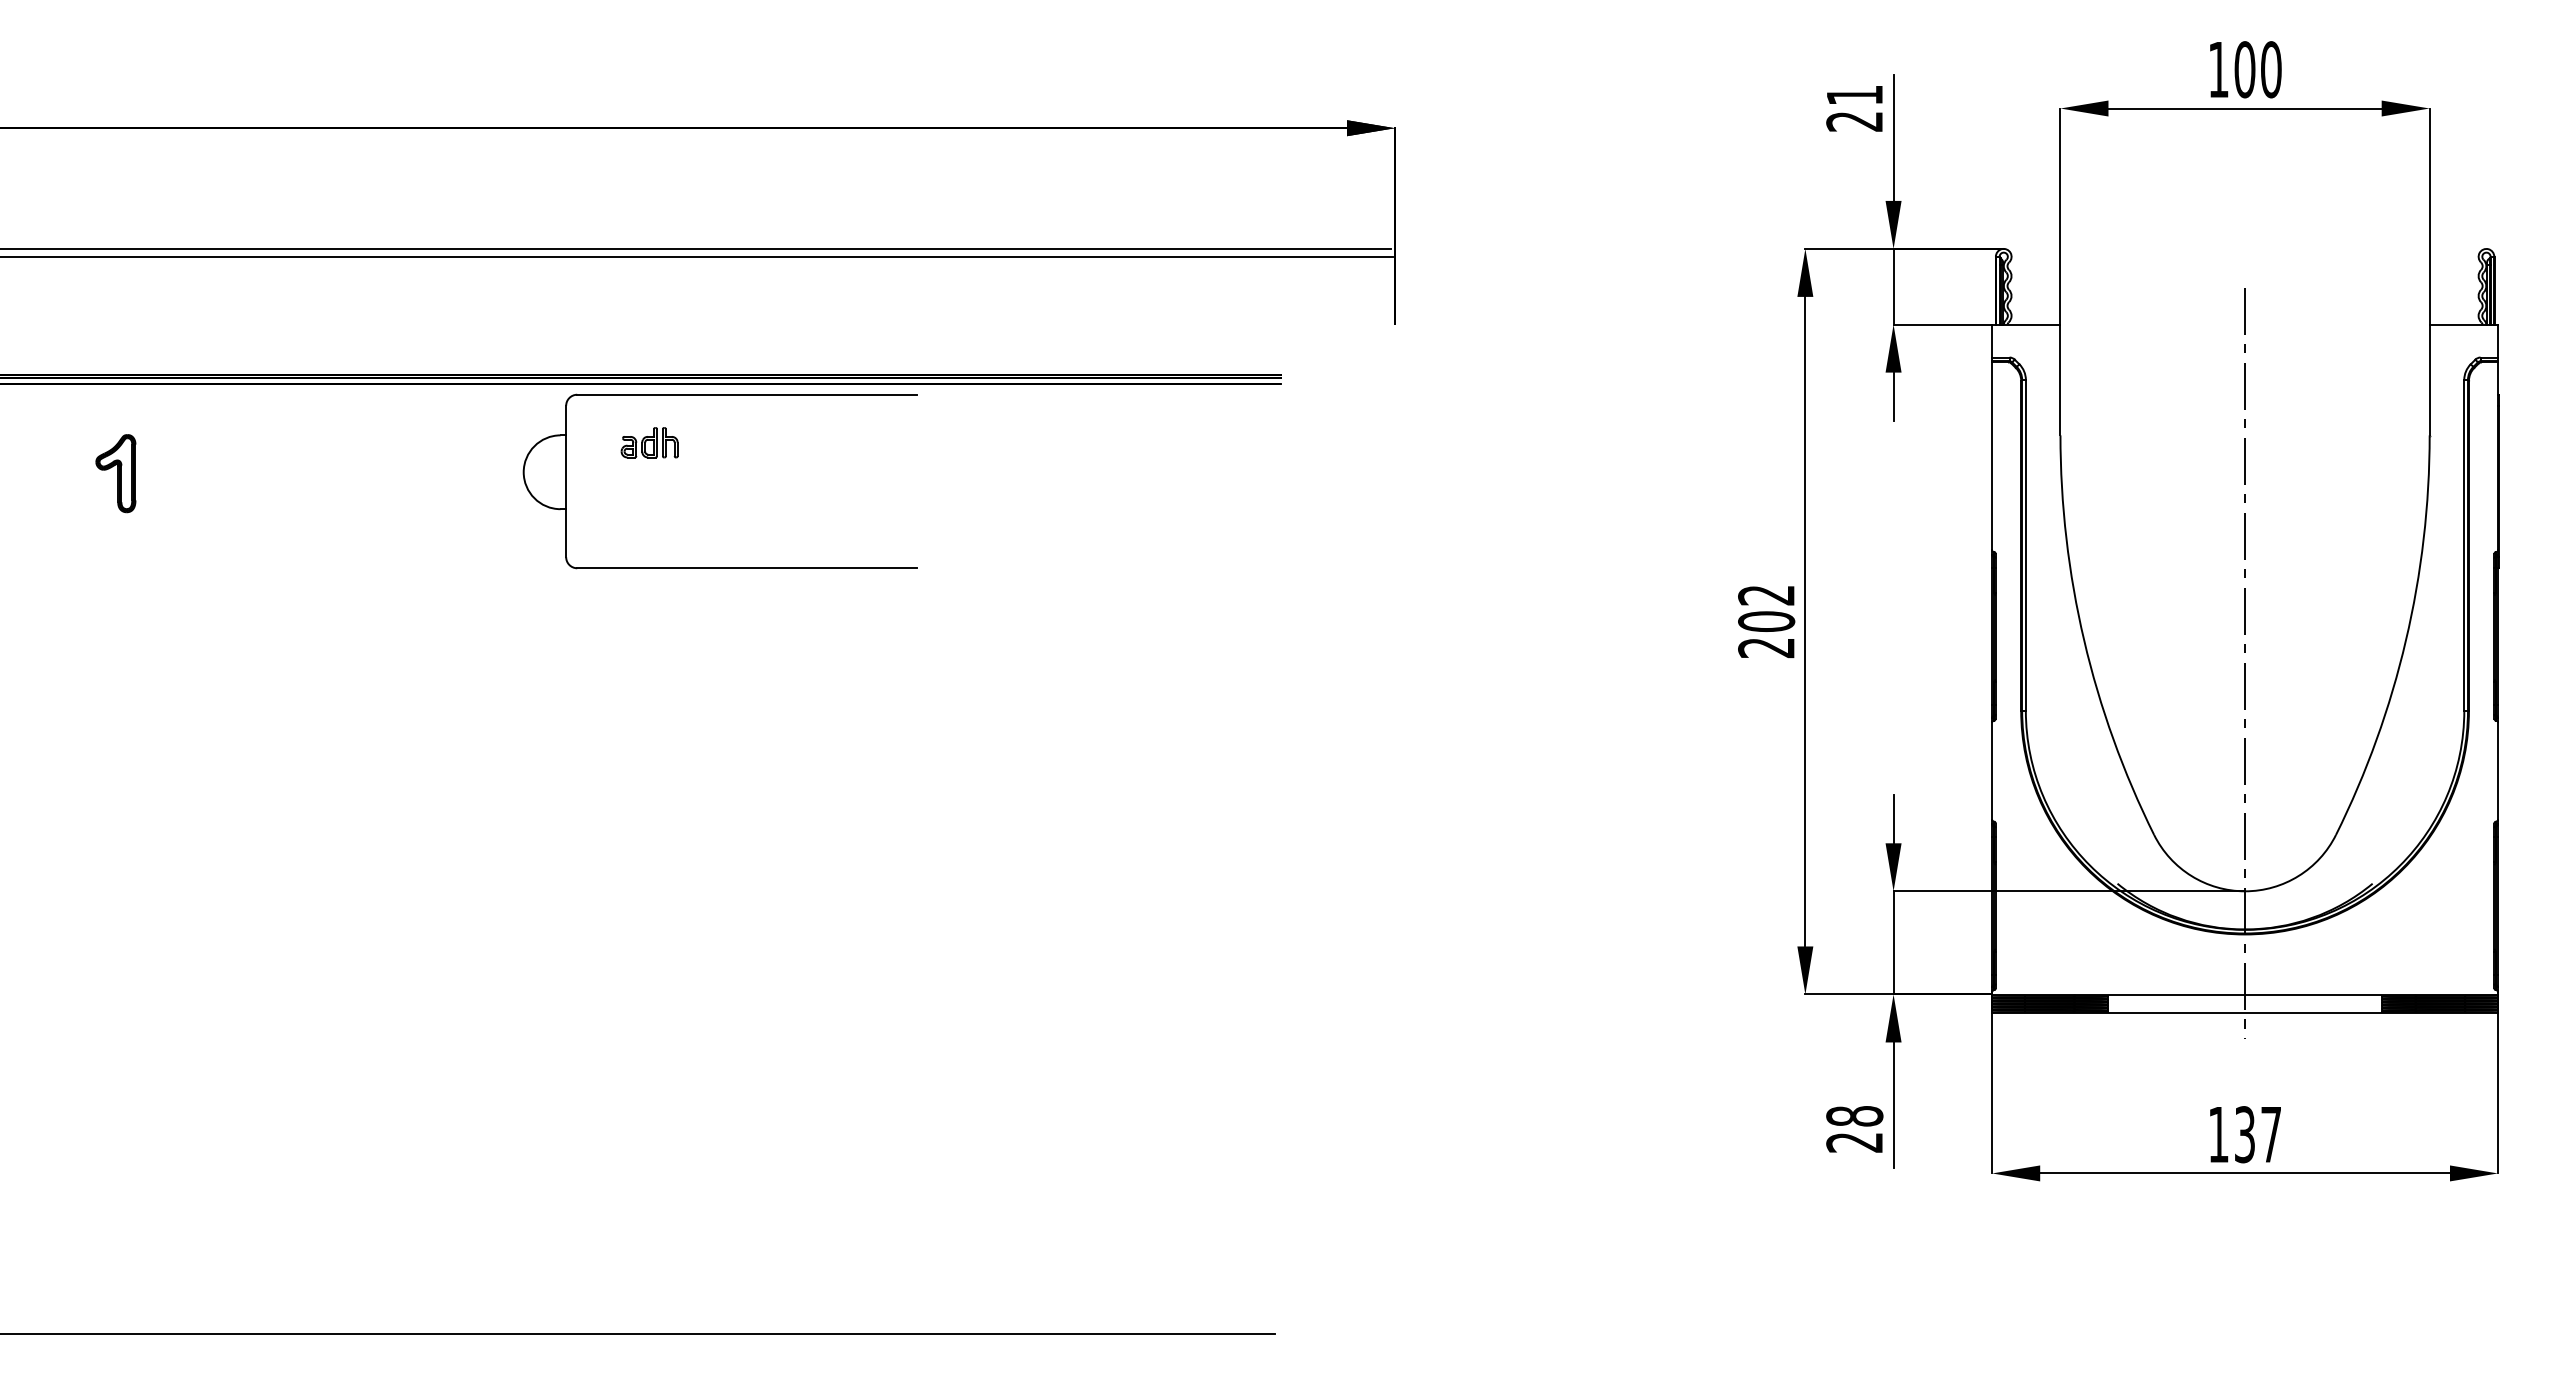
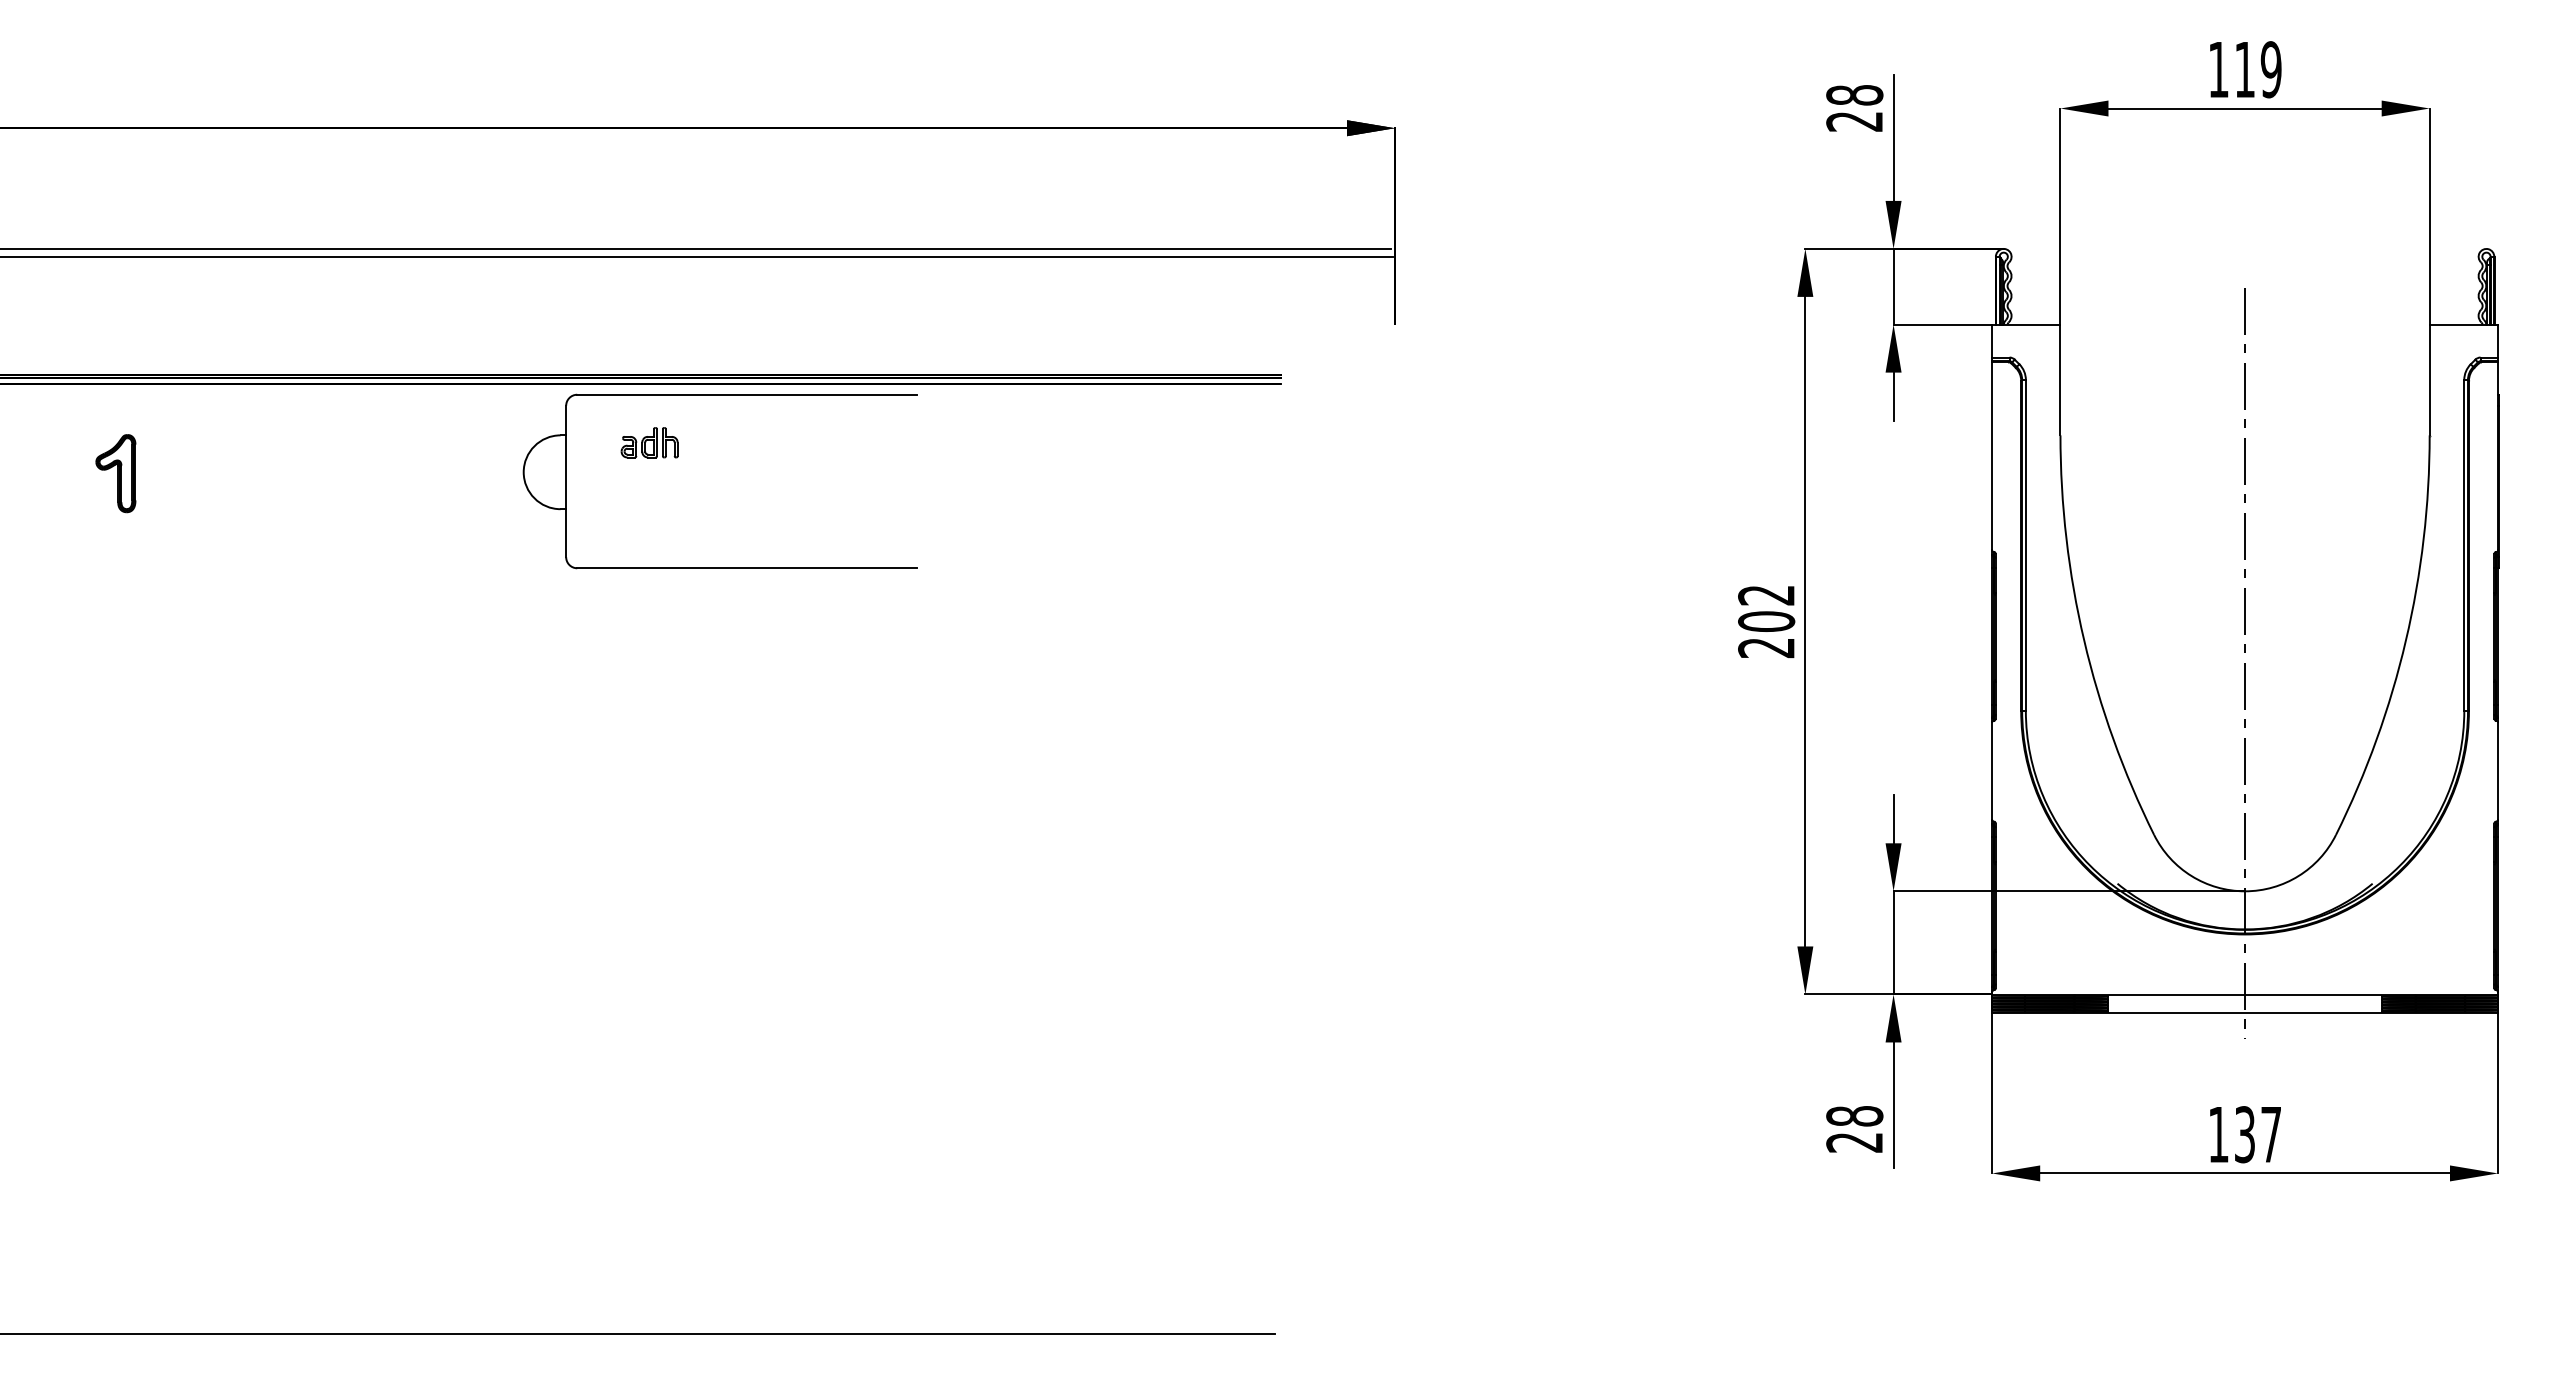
text at (2257, 69): 100 -> 119
text at (1854, 95): 21 -> 28
